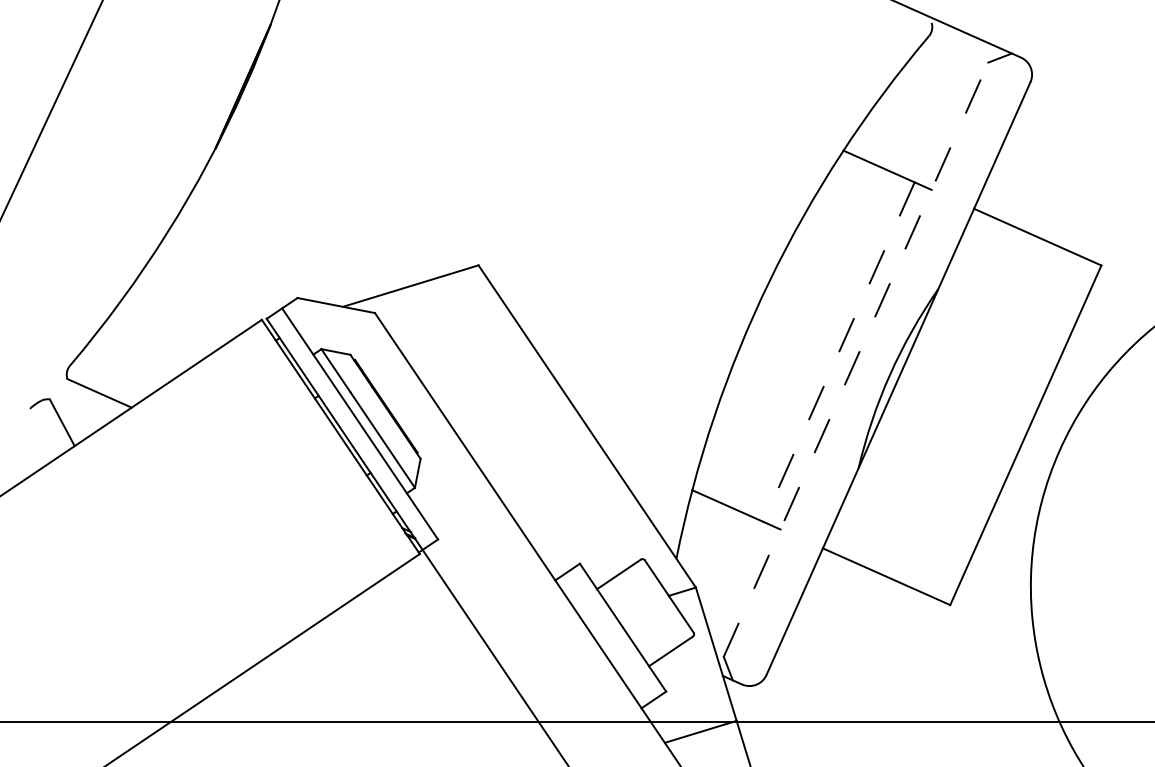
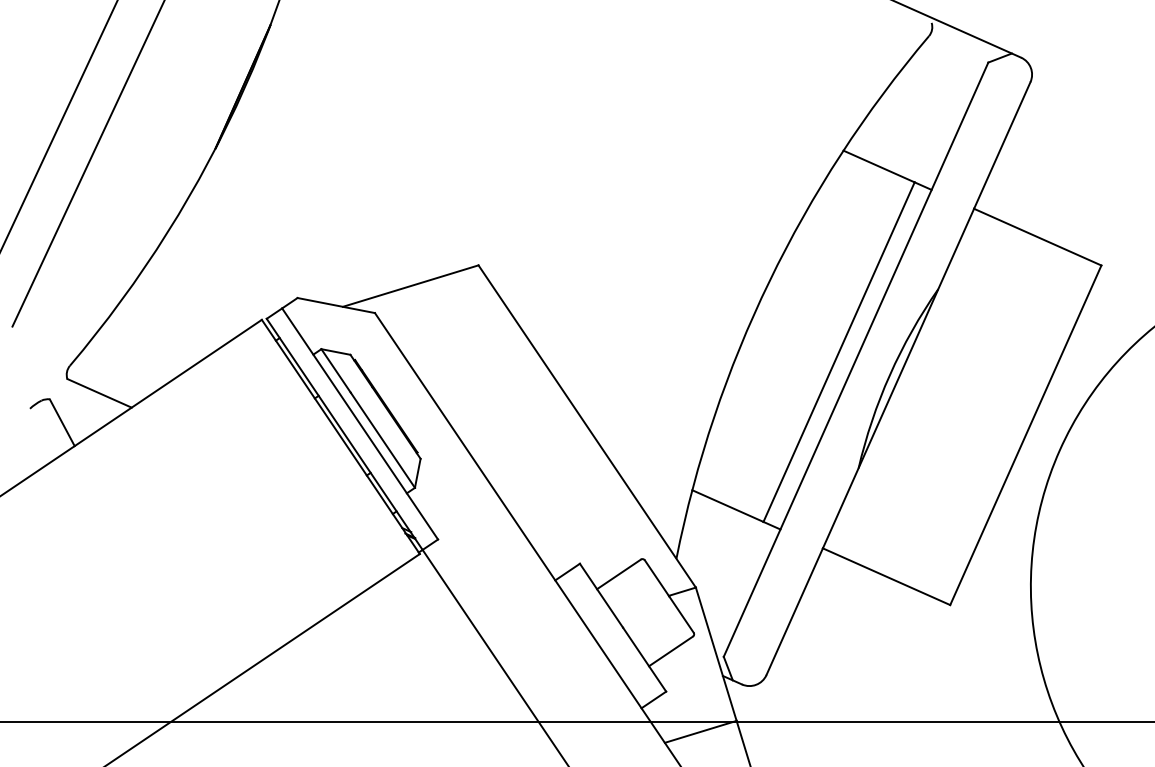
line at (52, 109) position: (52, 109) -> (59, 124)
line at (87, 164): none -> present
line at (839, 352): dashed -> solid
line at (856, 359): dashed -> solid
